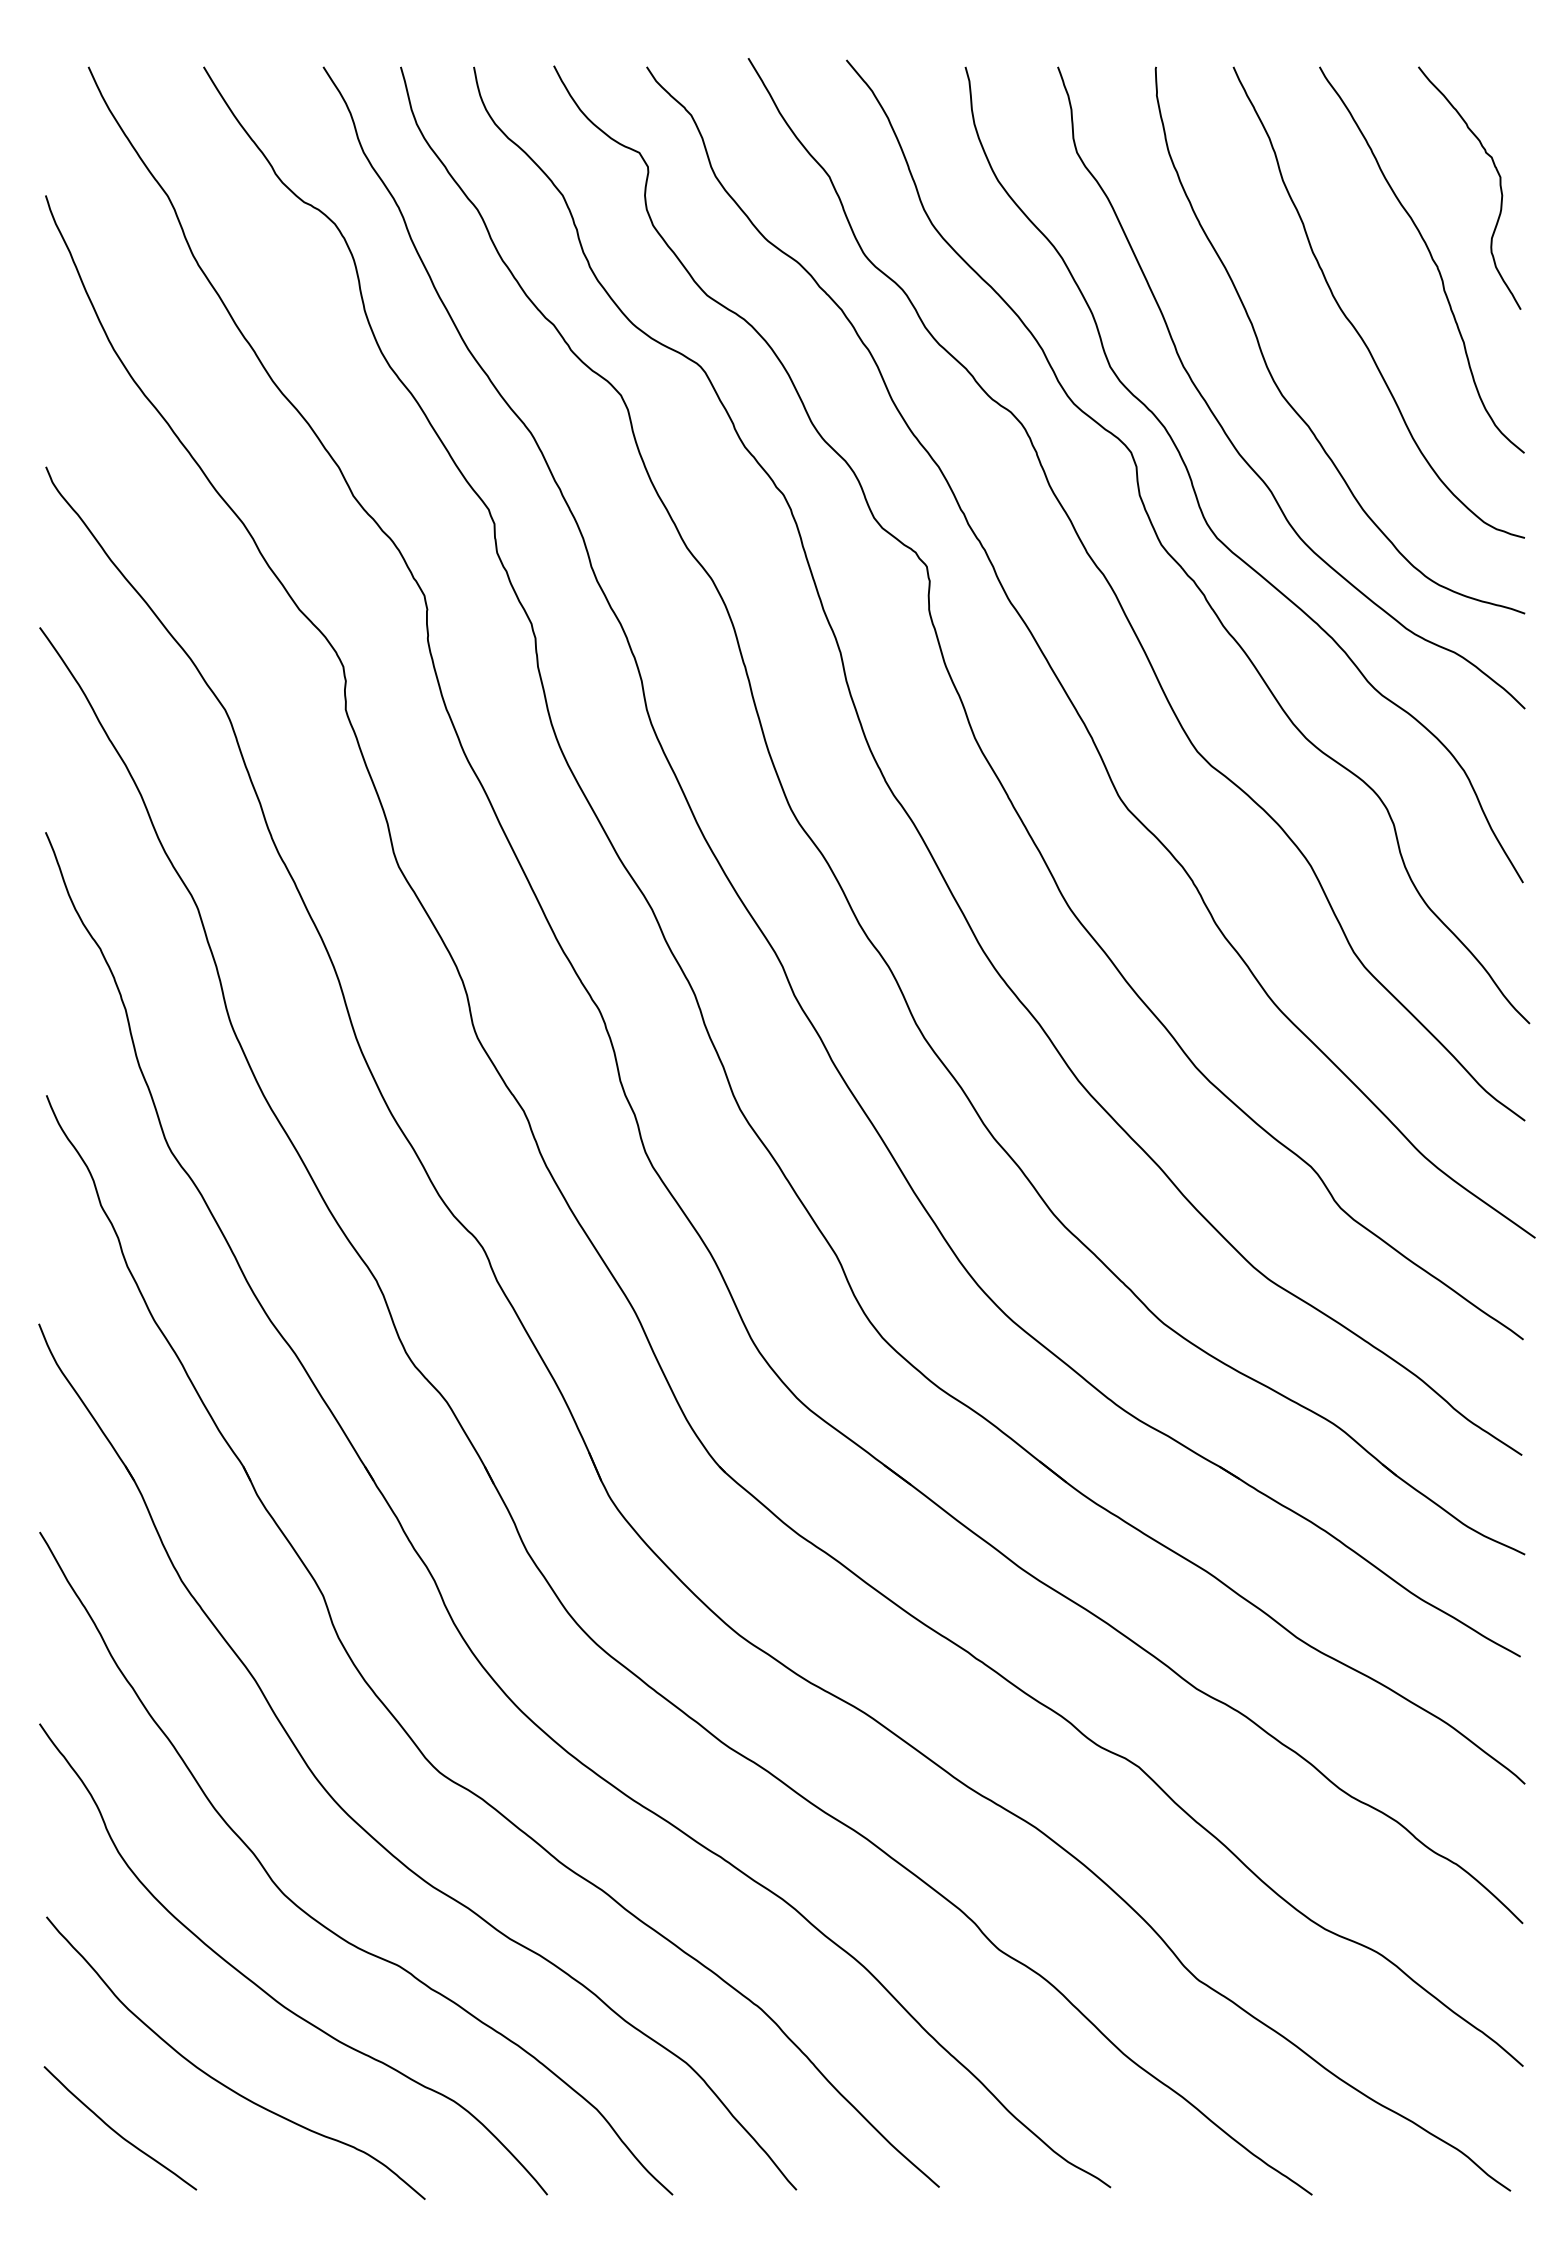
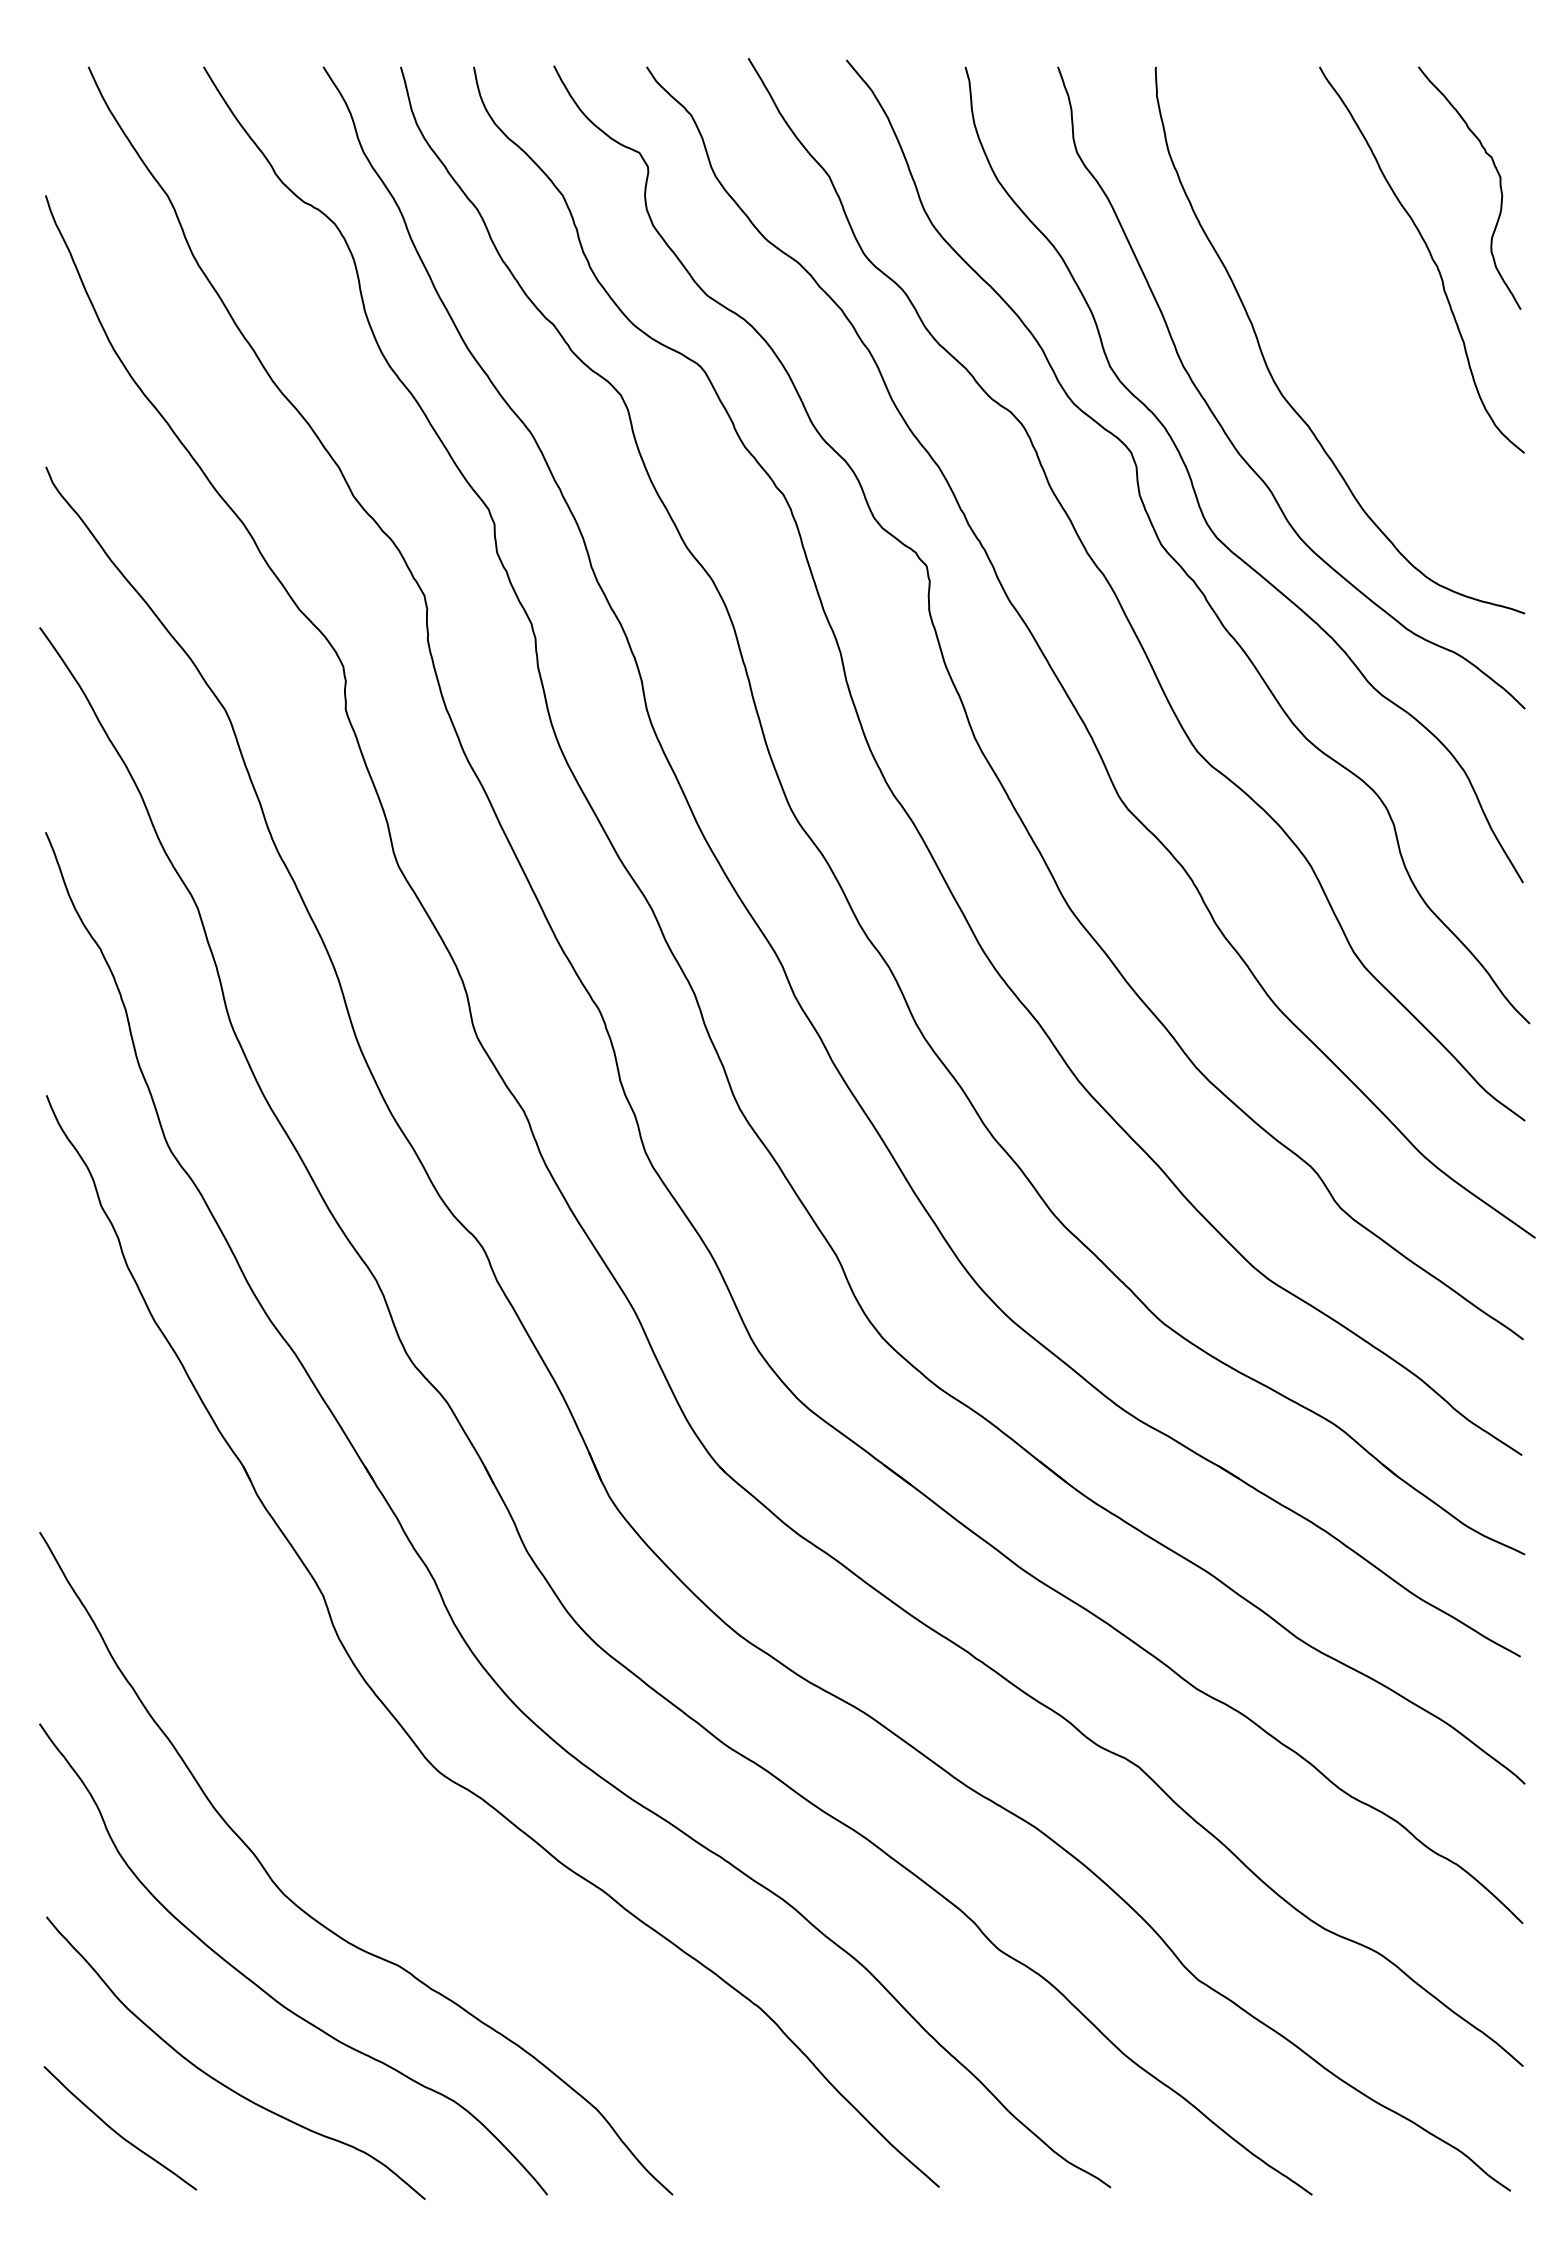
curve at (1350, 320): present -> none
part at (354, 1819): present -> none
